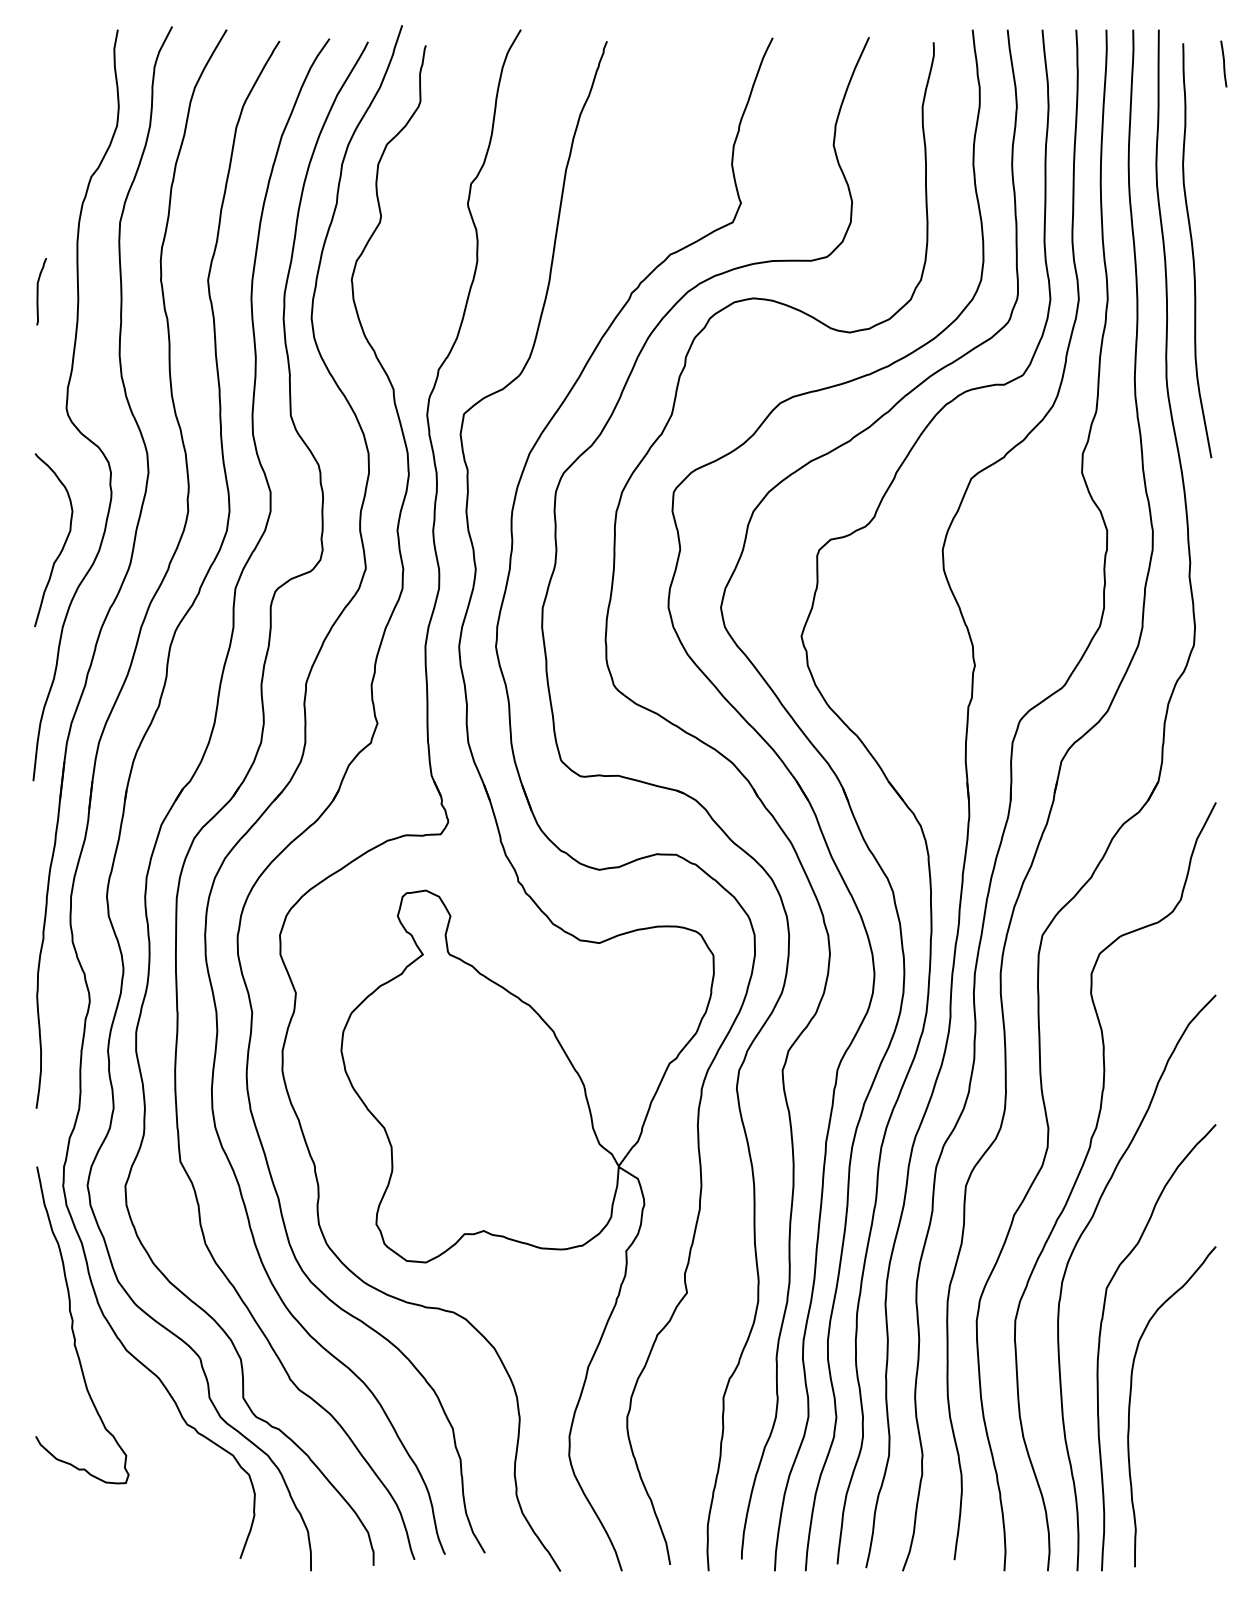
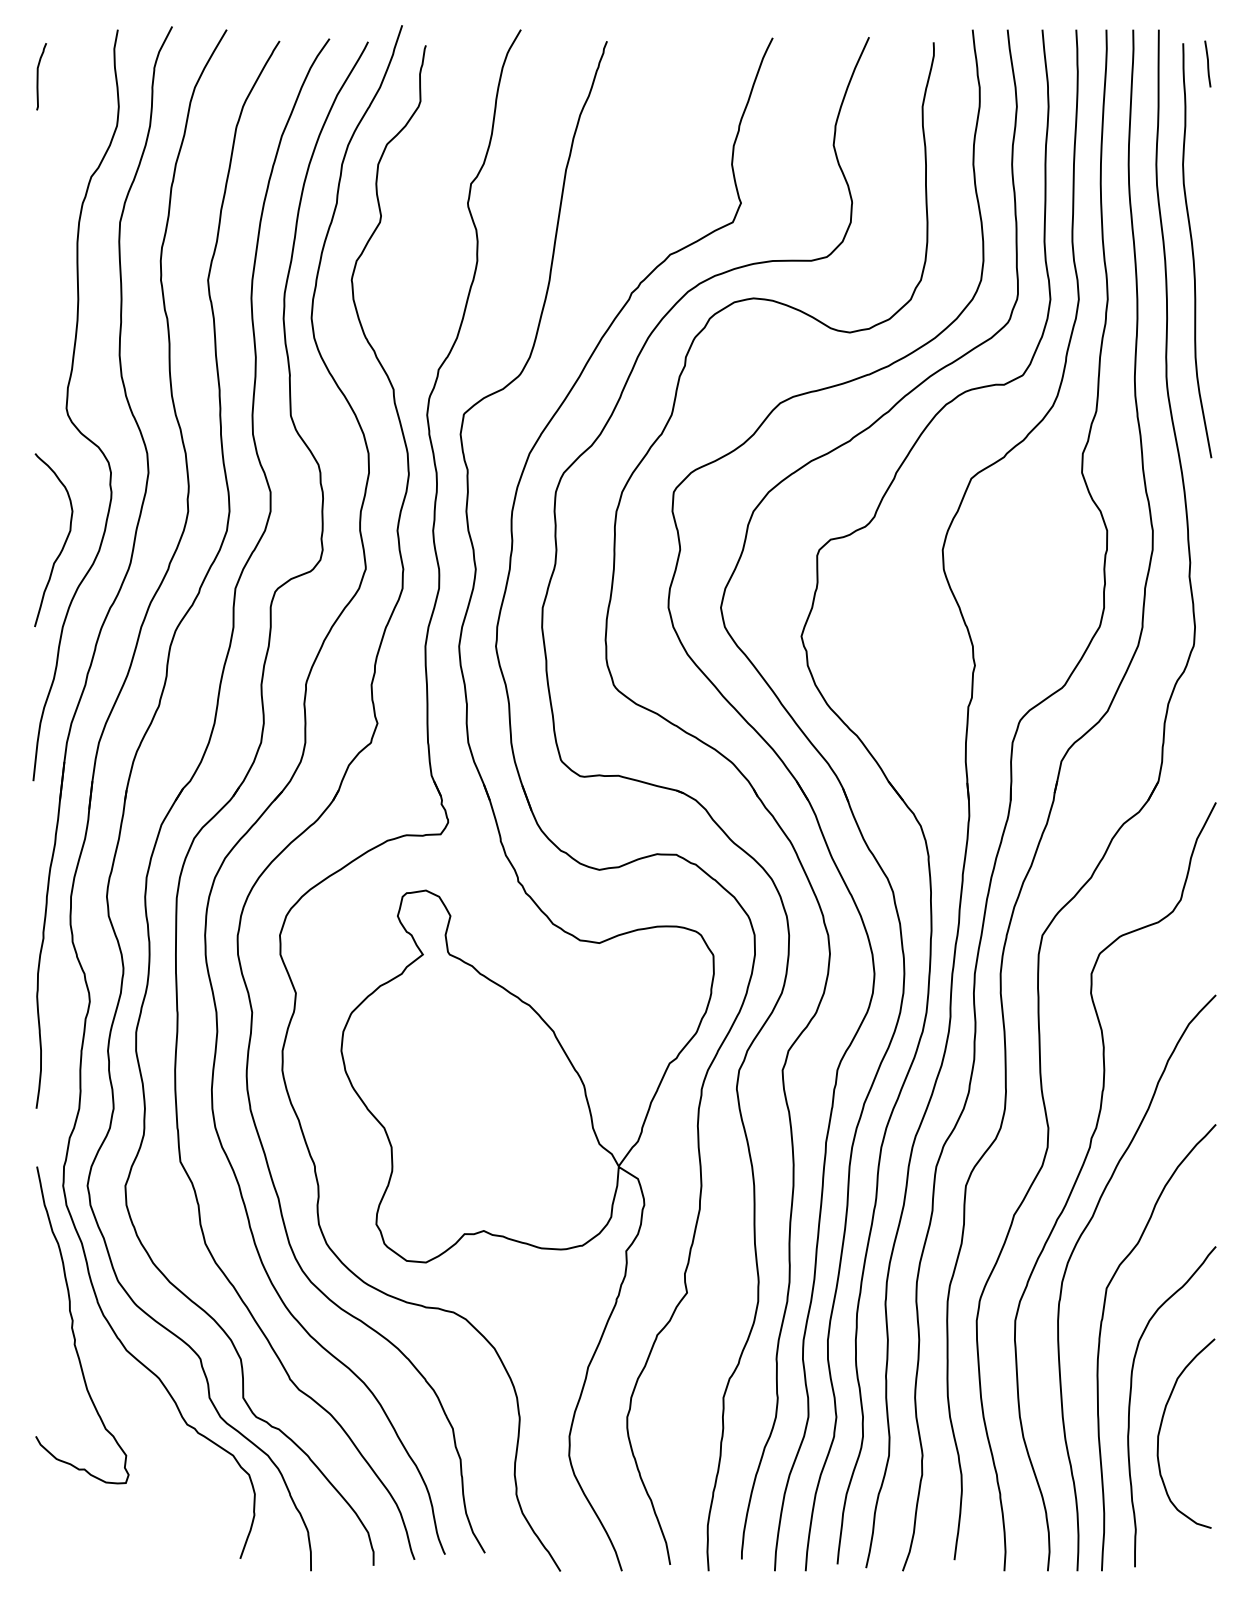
line at (1223, 63) position: (1223, 63) -> (1207, 63)
curve at (38, 291) position: (38, 291) -> (38, 76)
curve at (1161, 1427): none -> present
